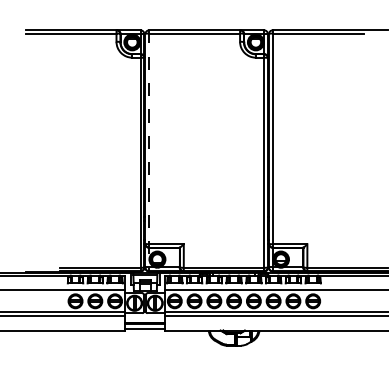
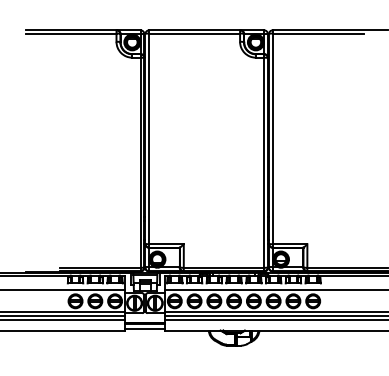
line at (149, 150): dashed -> solid
line at (63, 320): none -> present
line at (274, 320): none -> present
